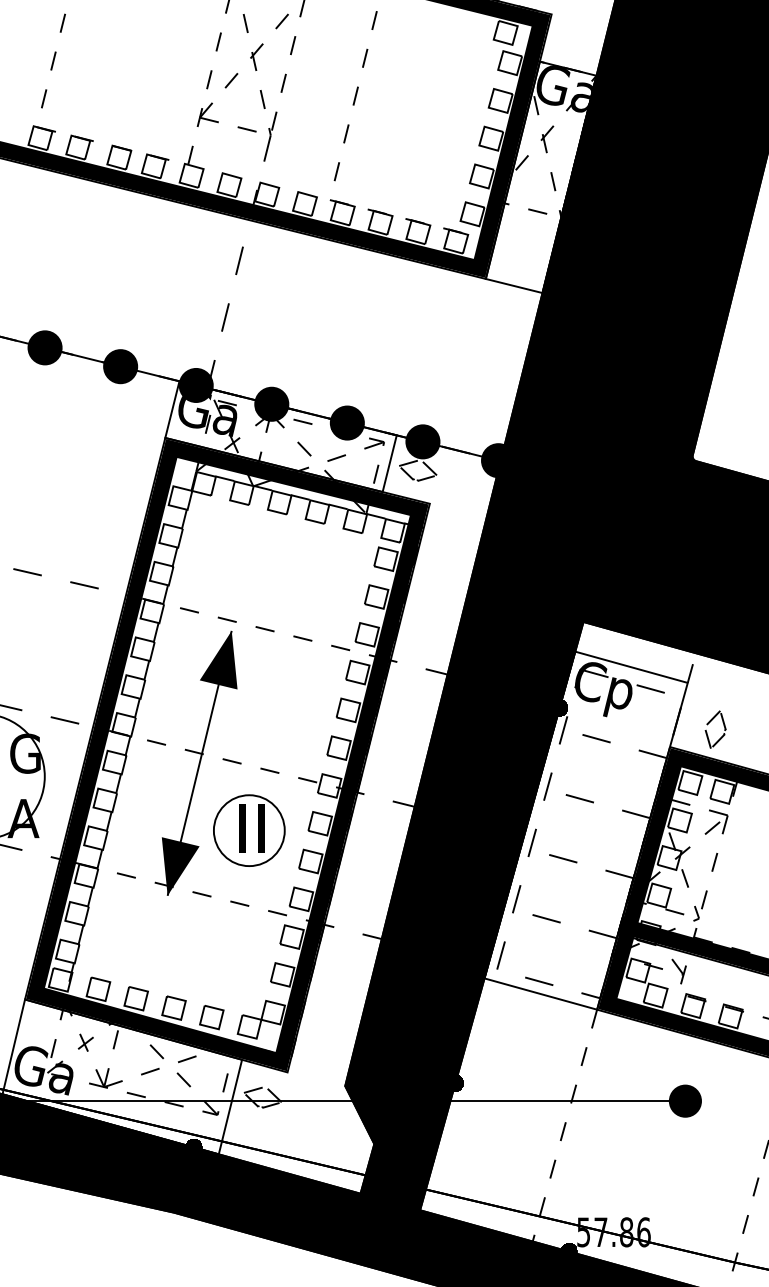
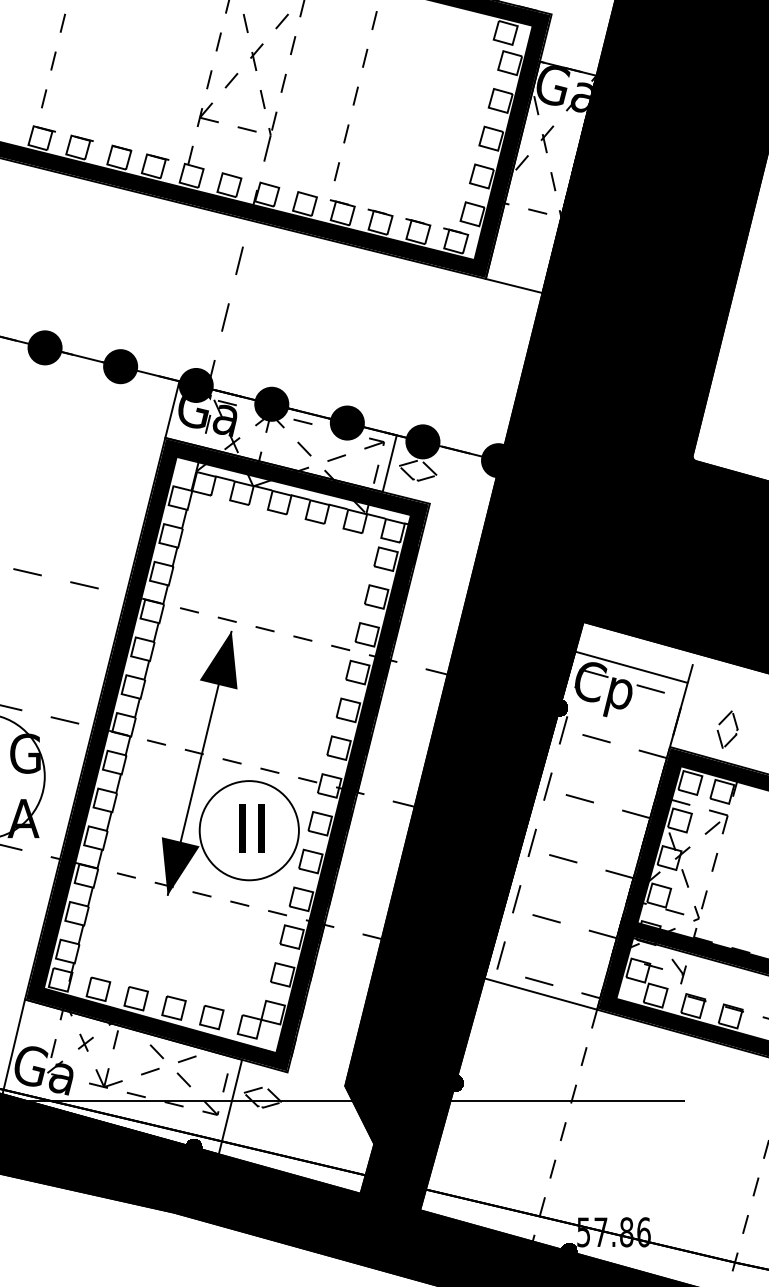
part at (709, 723) position: (709, 723) -> (721, 723)
circle at (248, 830) diameter: 71 px -> 99 px
fill at (684, 1100): present -> none
